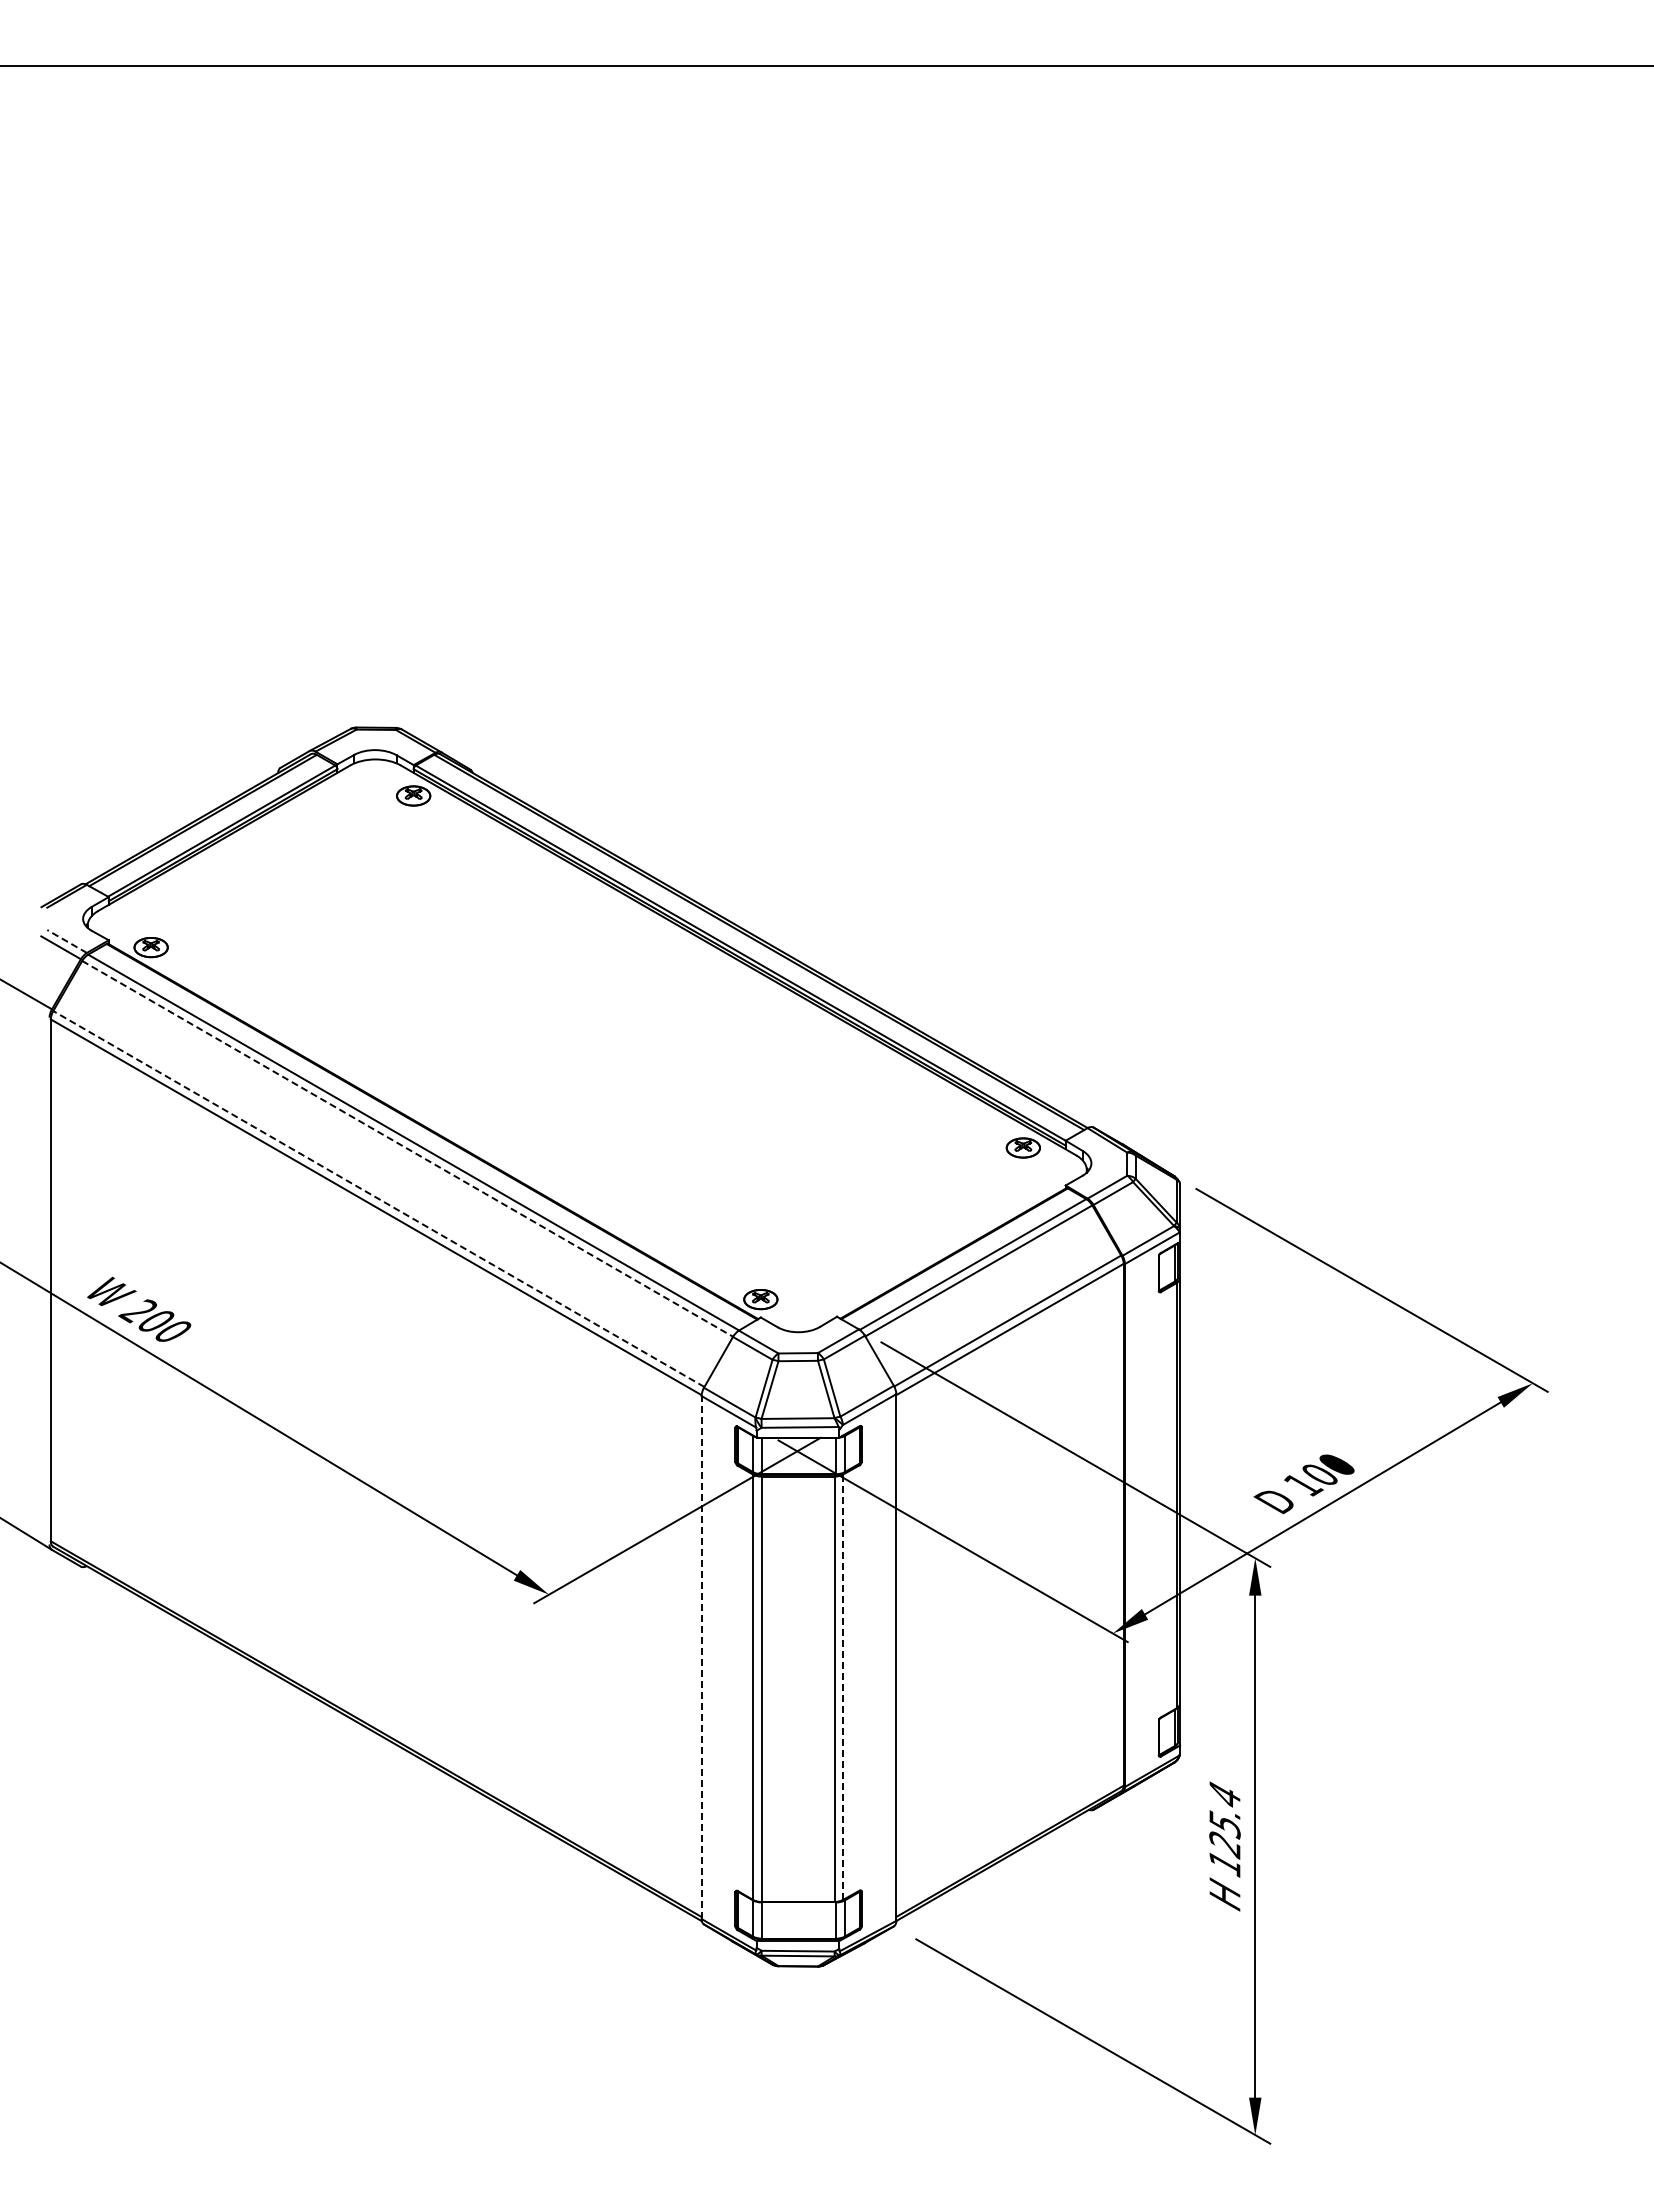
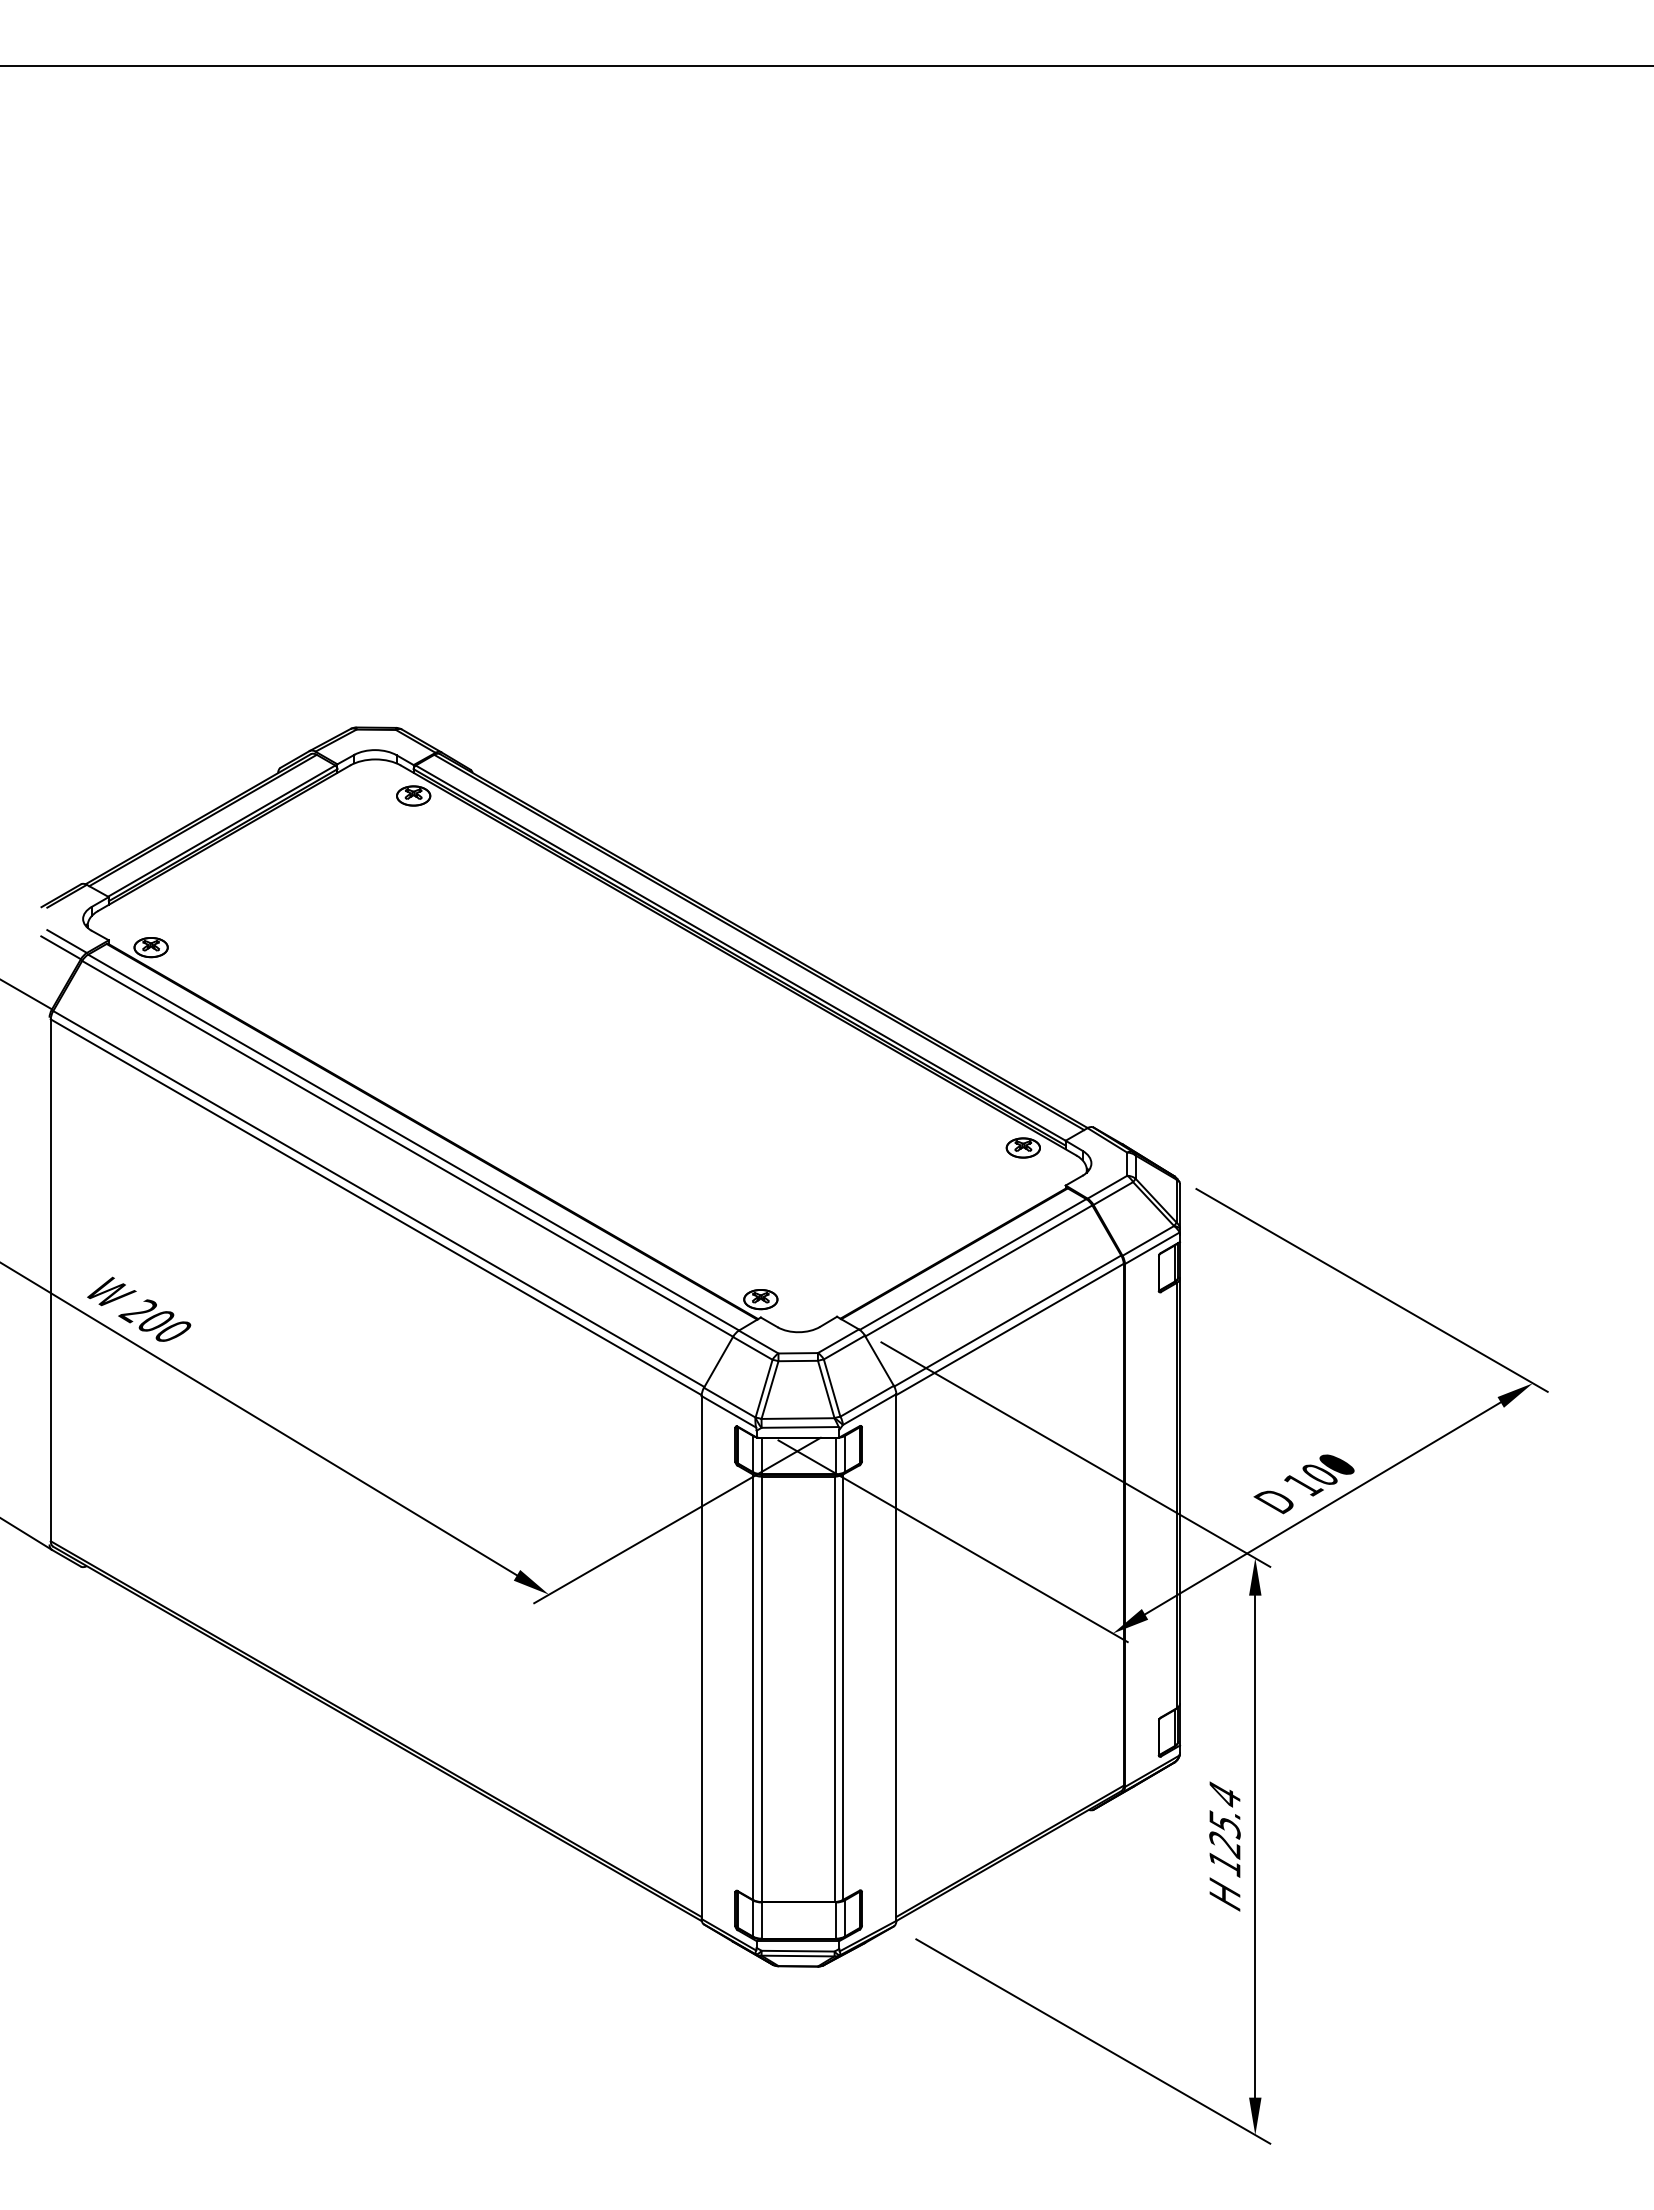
line at (67, 941): dashed -> solid
line at (407, 1148): dashed -> solid
line at (378, 1199): dashed -> solid
line at (701, 1657): dashed -> solid
line at (842, 1687): dashed -> solid
